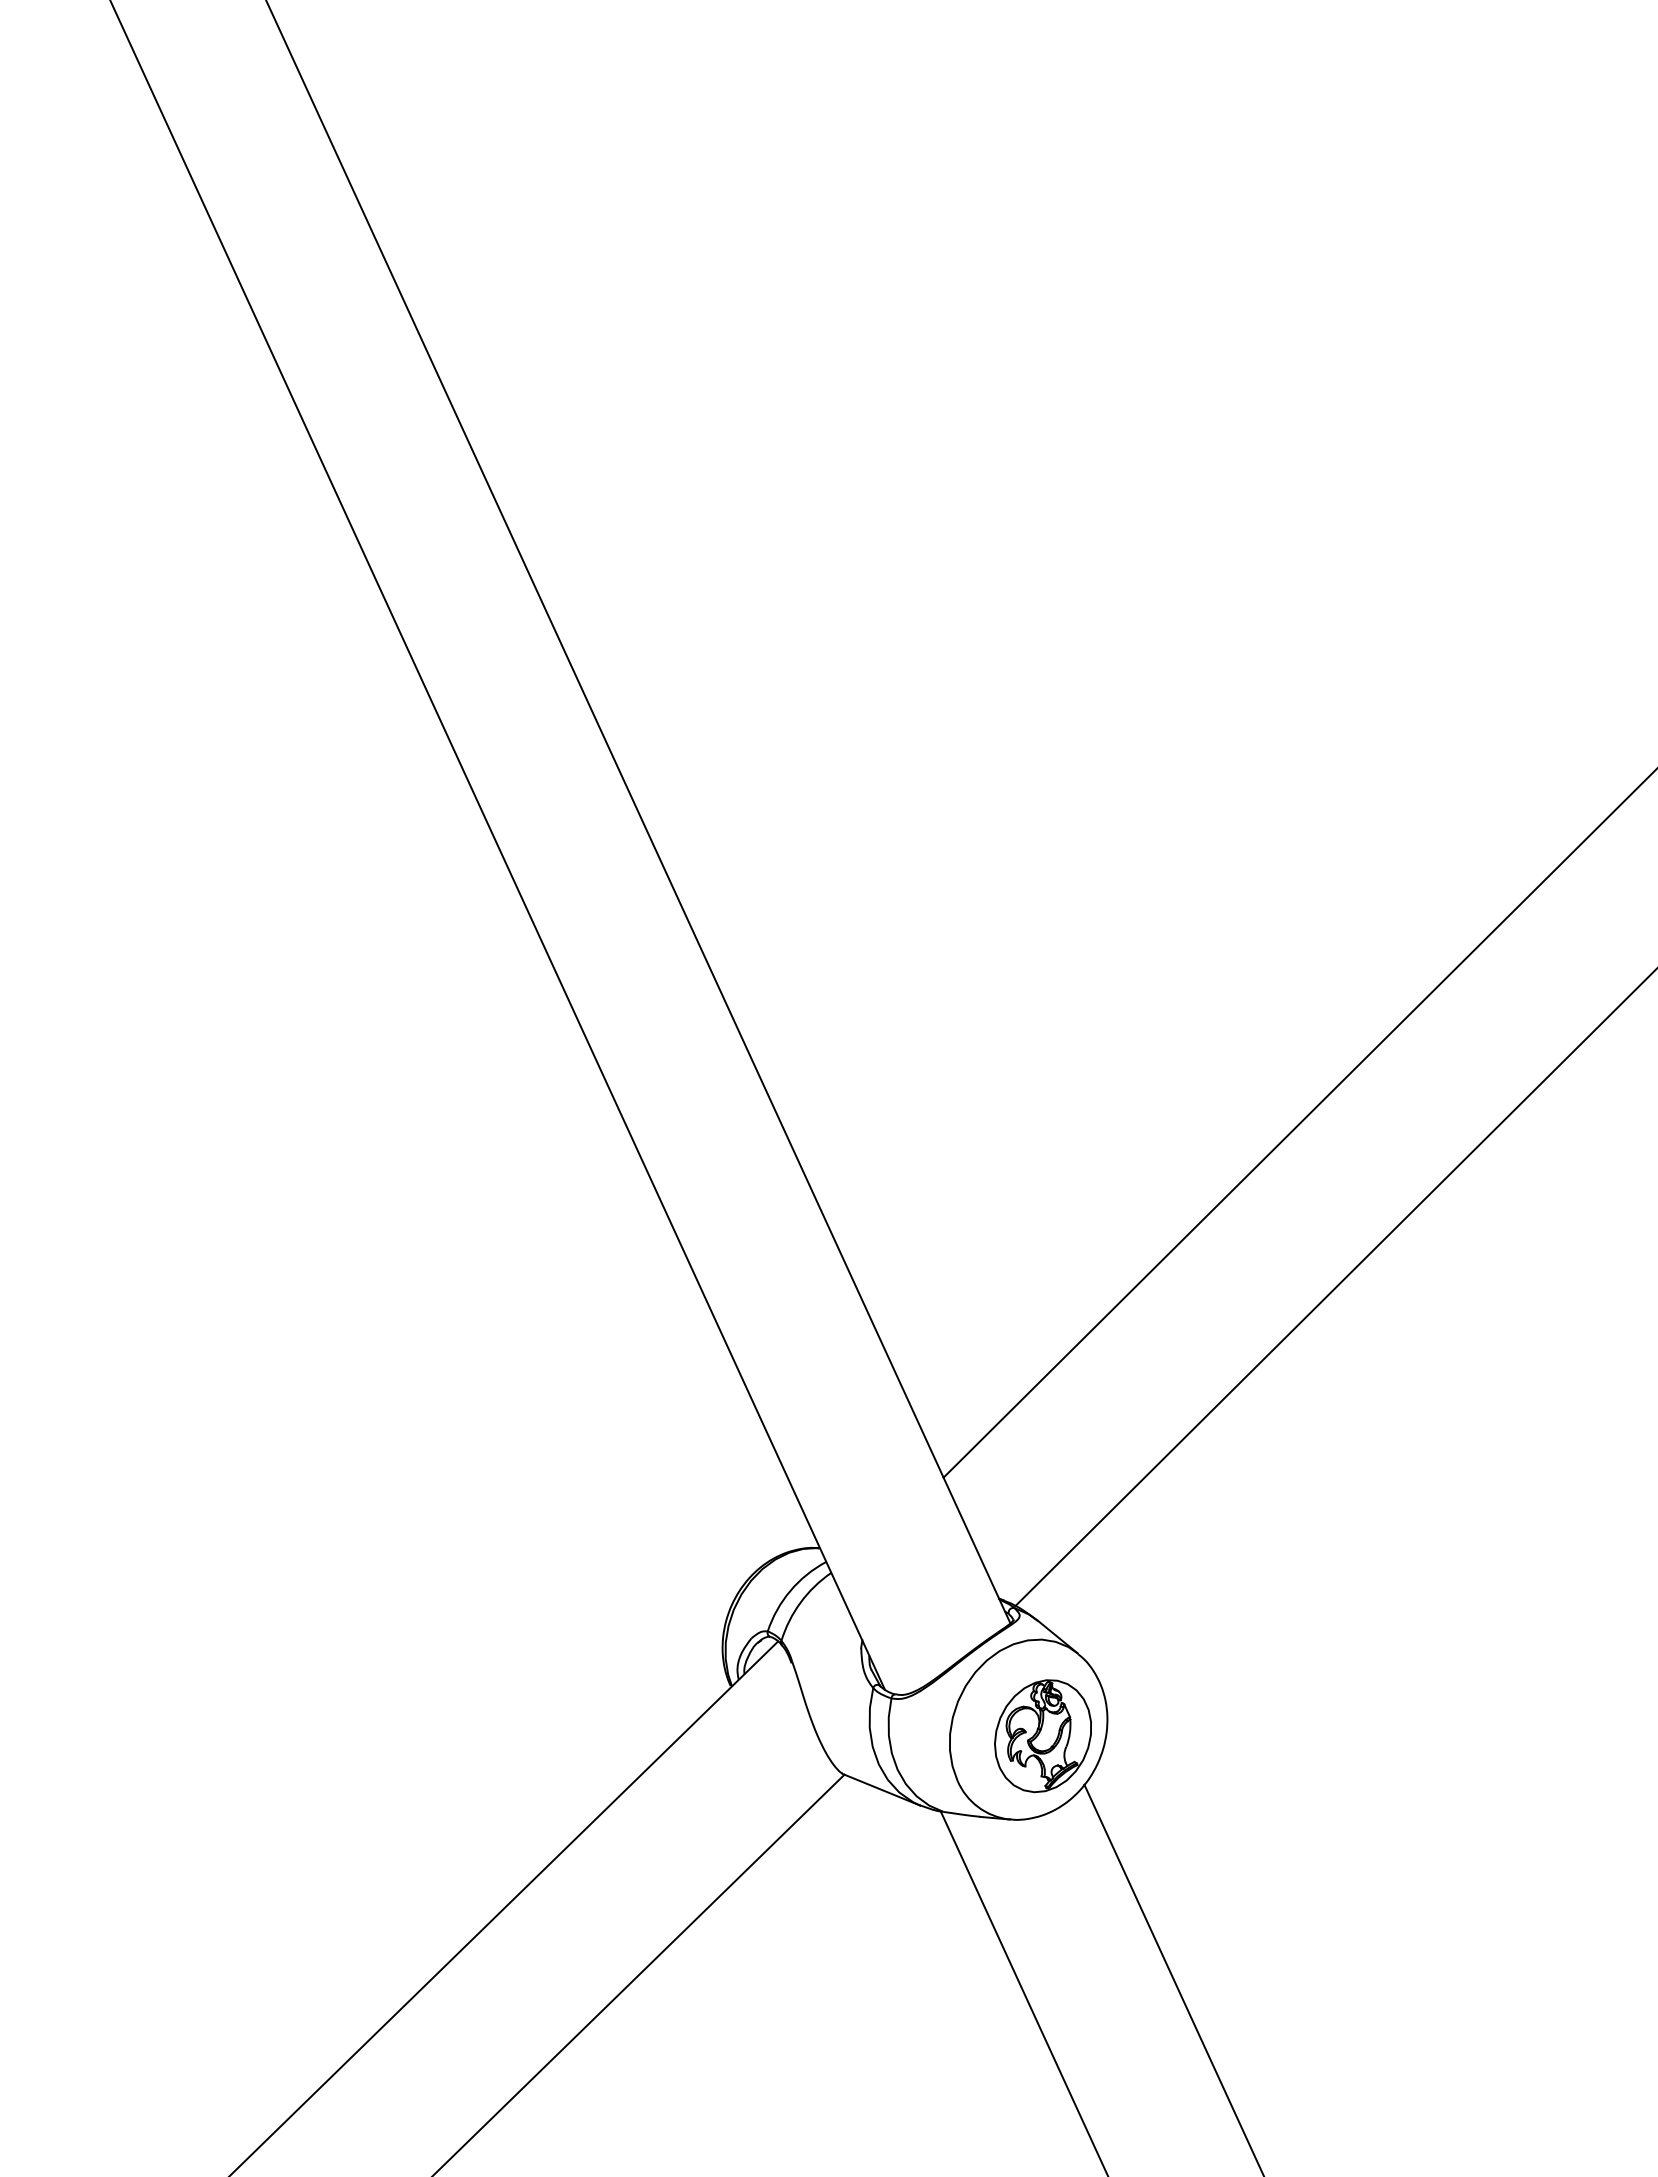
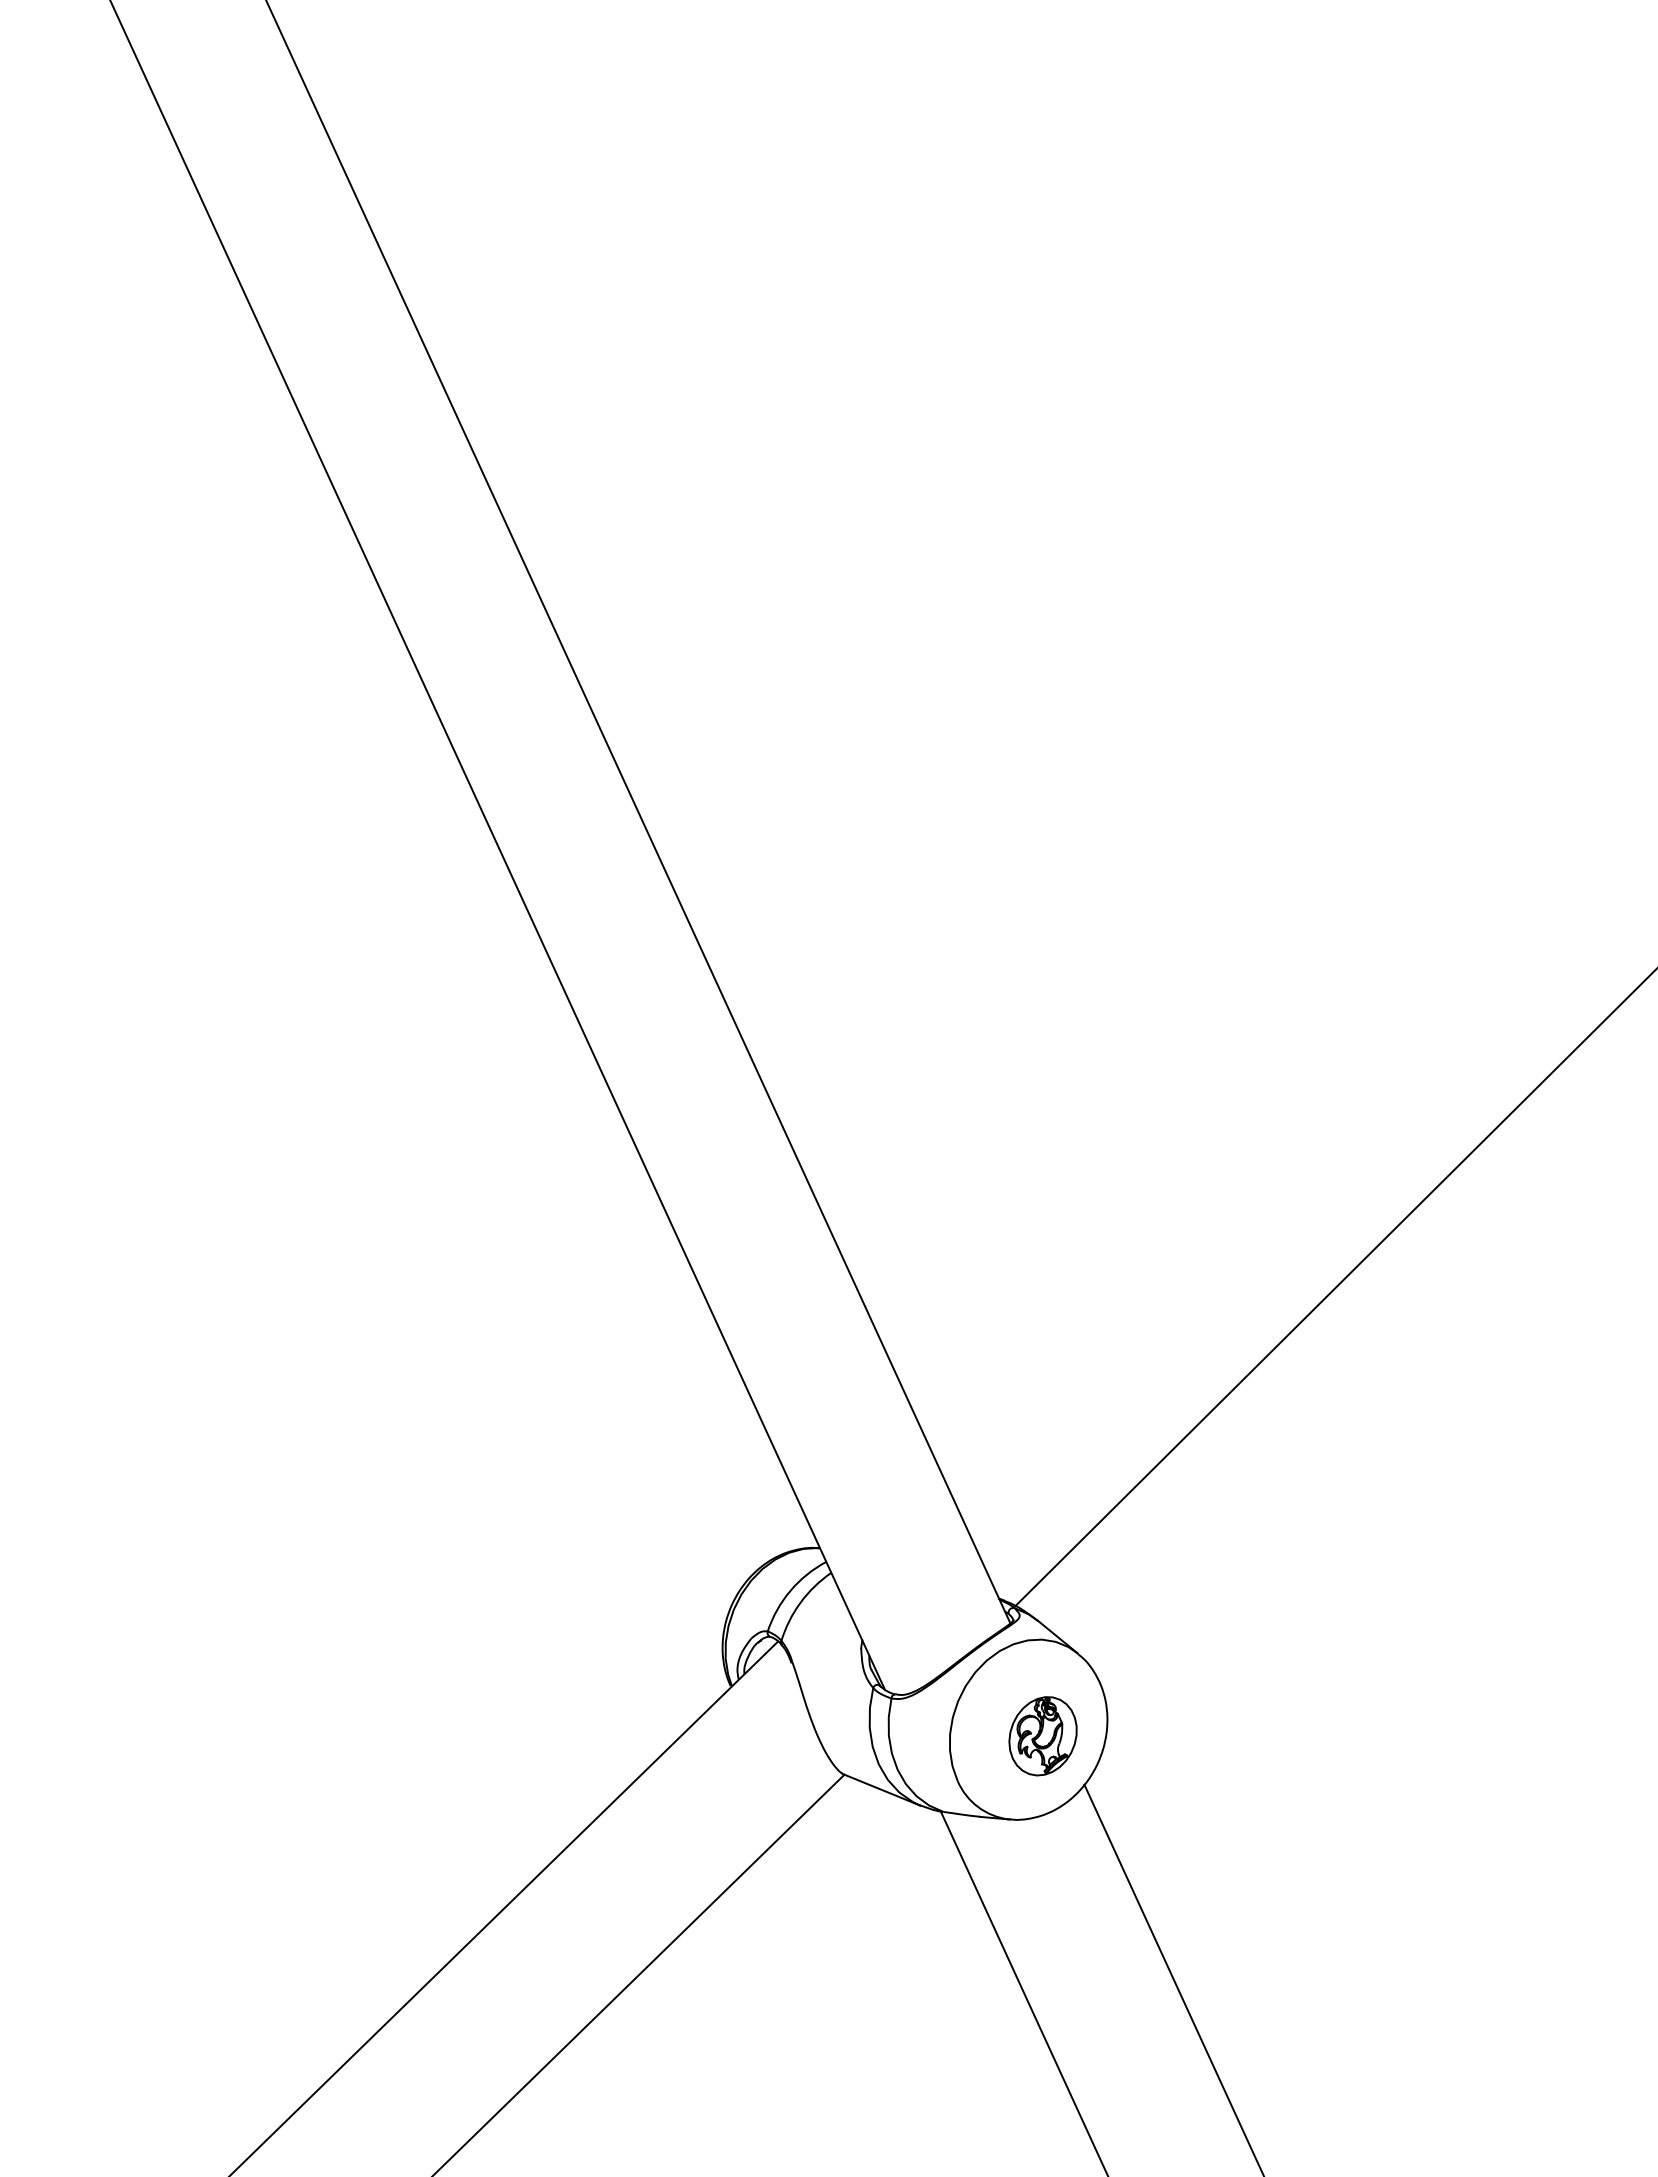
line at (1298, 1124): present -> none
part at (1042, 1736) size: 98x115 px -> 70x81 px
